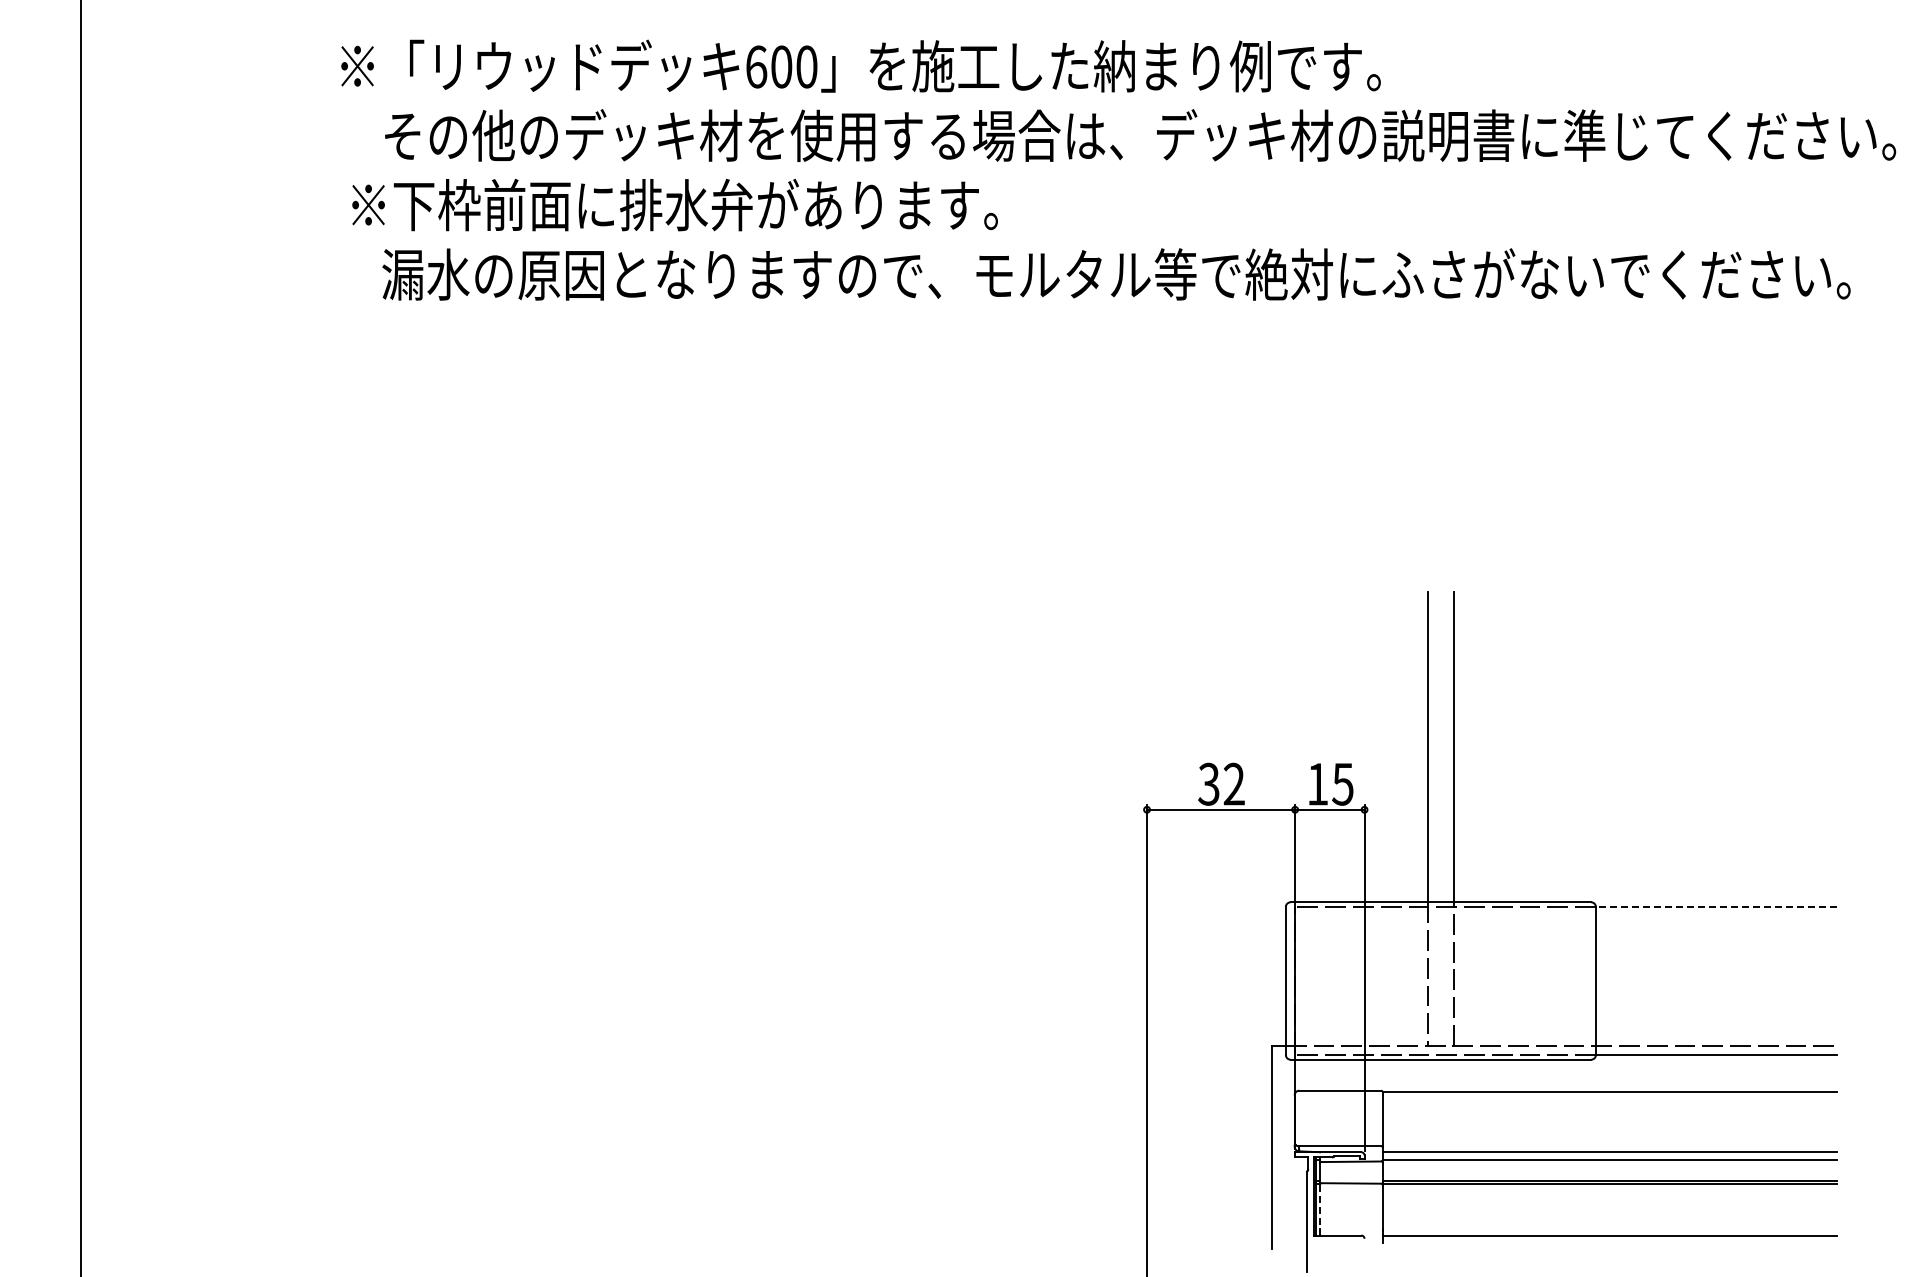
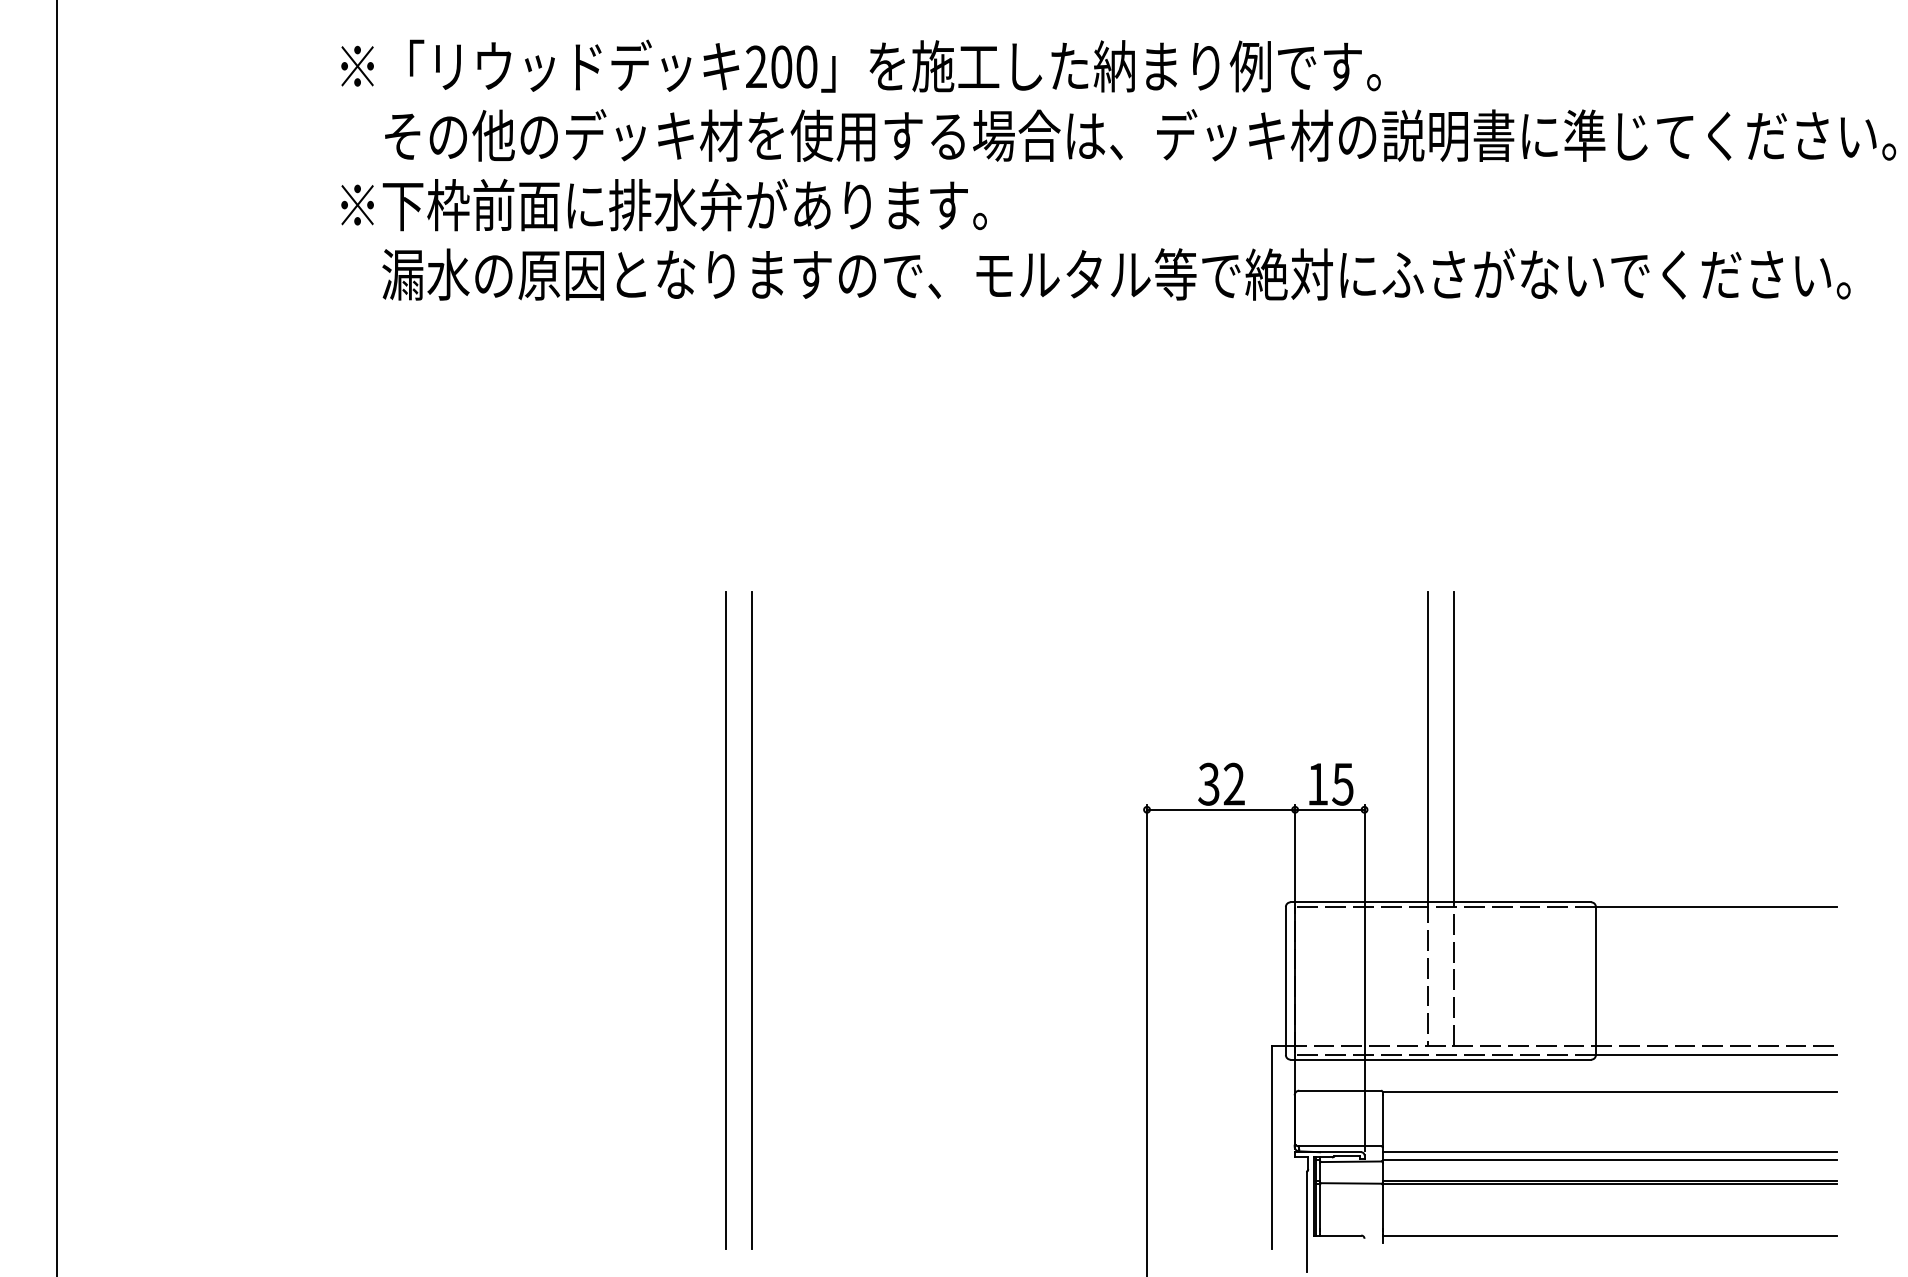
text at (756, 66): 600 -> 200
text at (674, 204) position: (674, 204) -> (663, 204)
line at (81, 637) position: (81, 637) -> (57, 637)
line at (1716, 906): dashed -> solid
line at (725, 920): none -> present
line at (752, 920): none -> present
line at (1320, 1207): dashed -> solid
